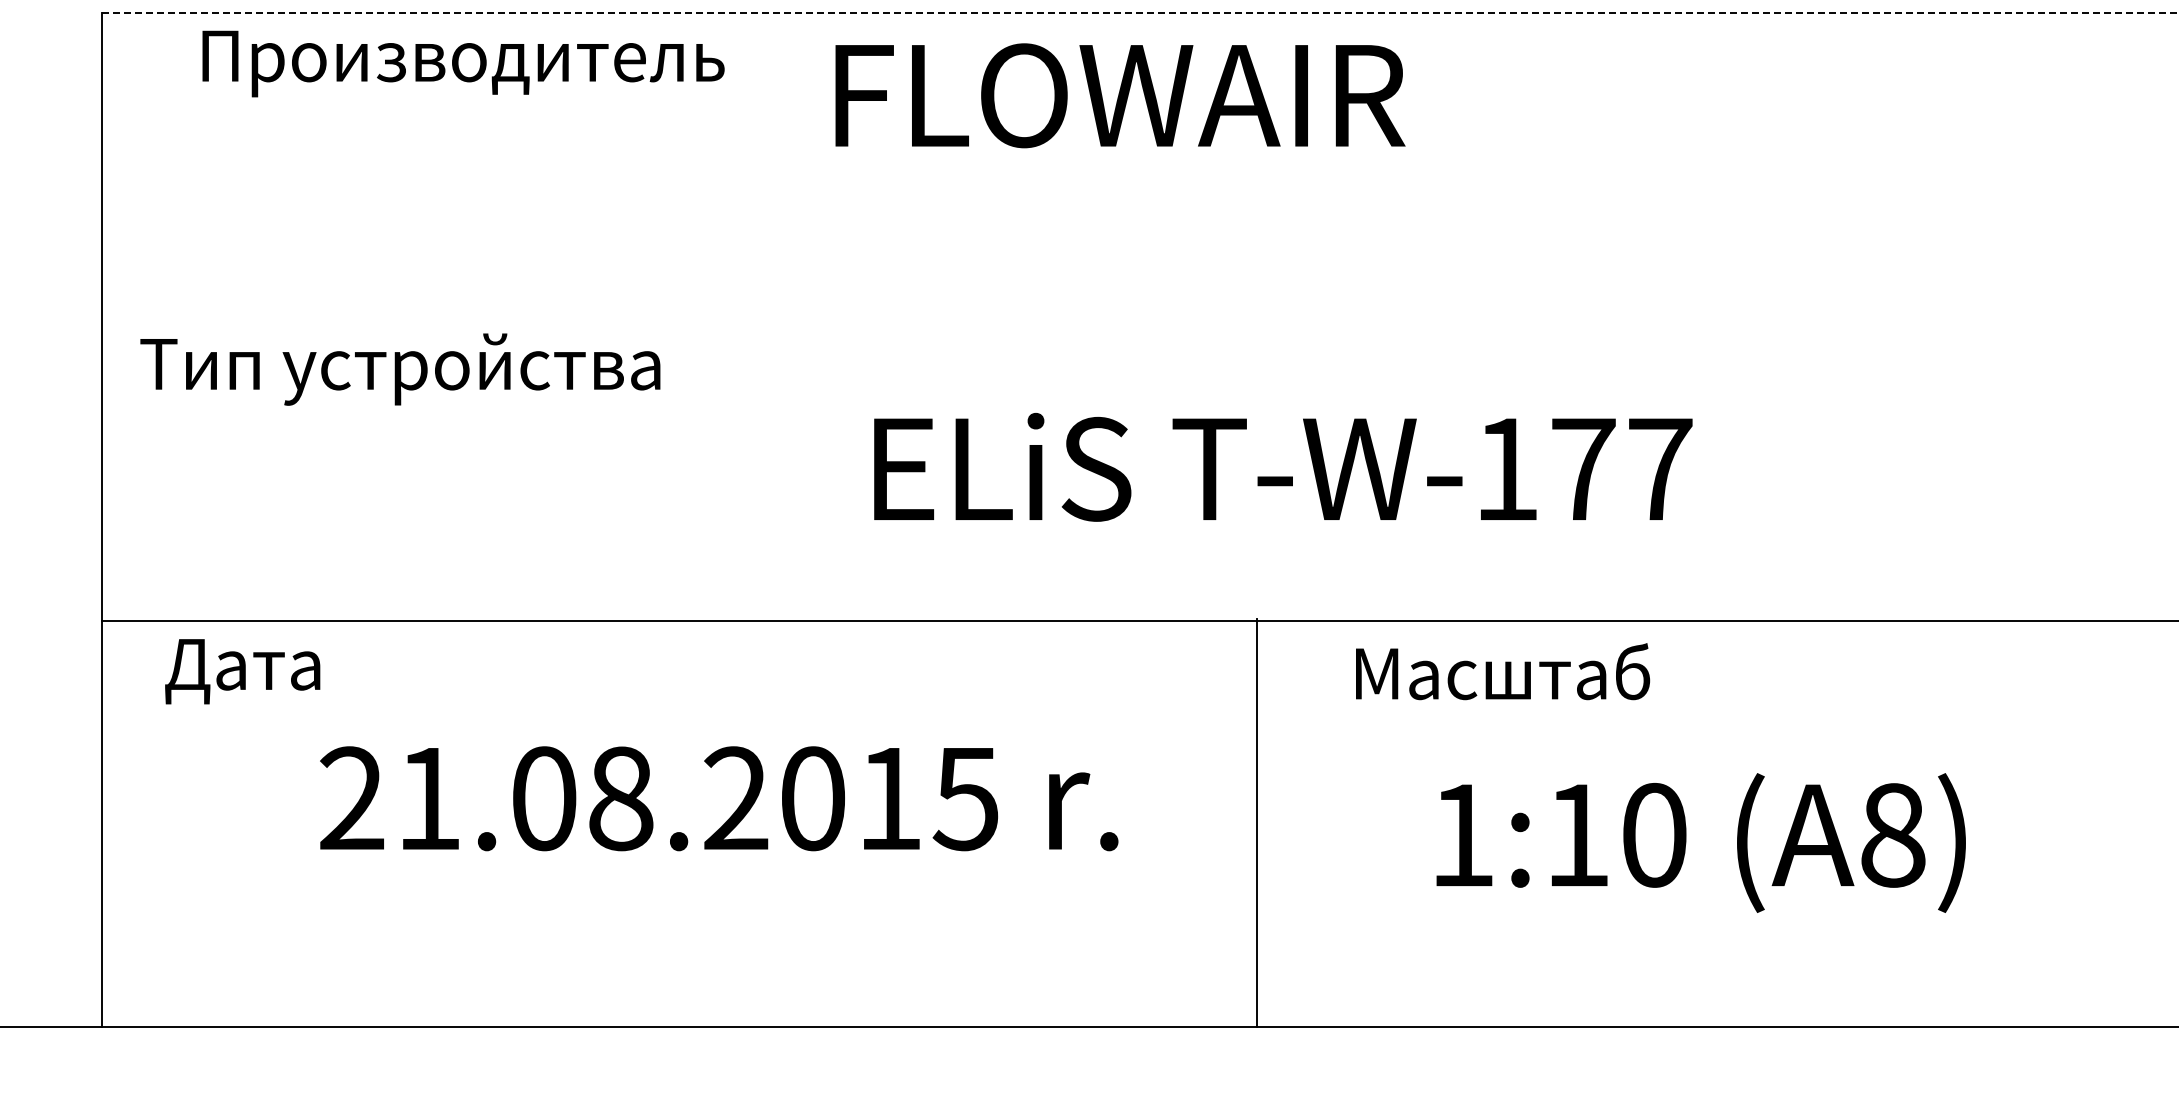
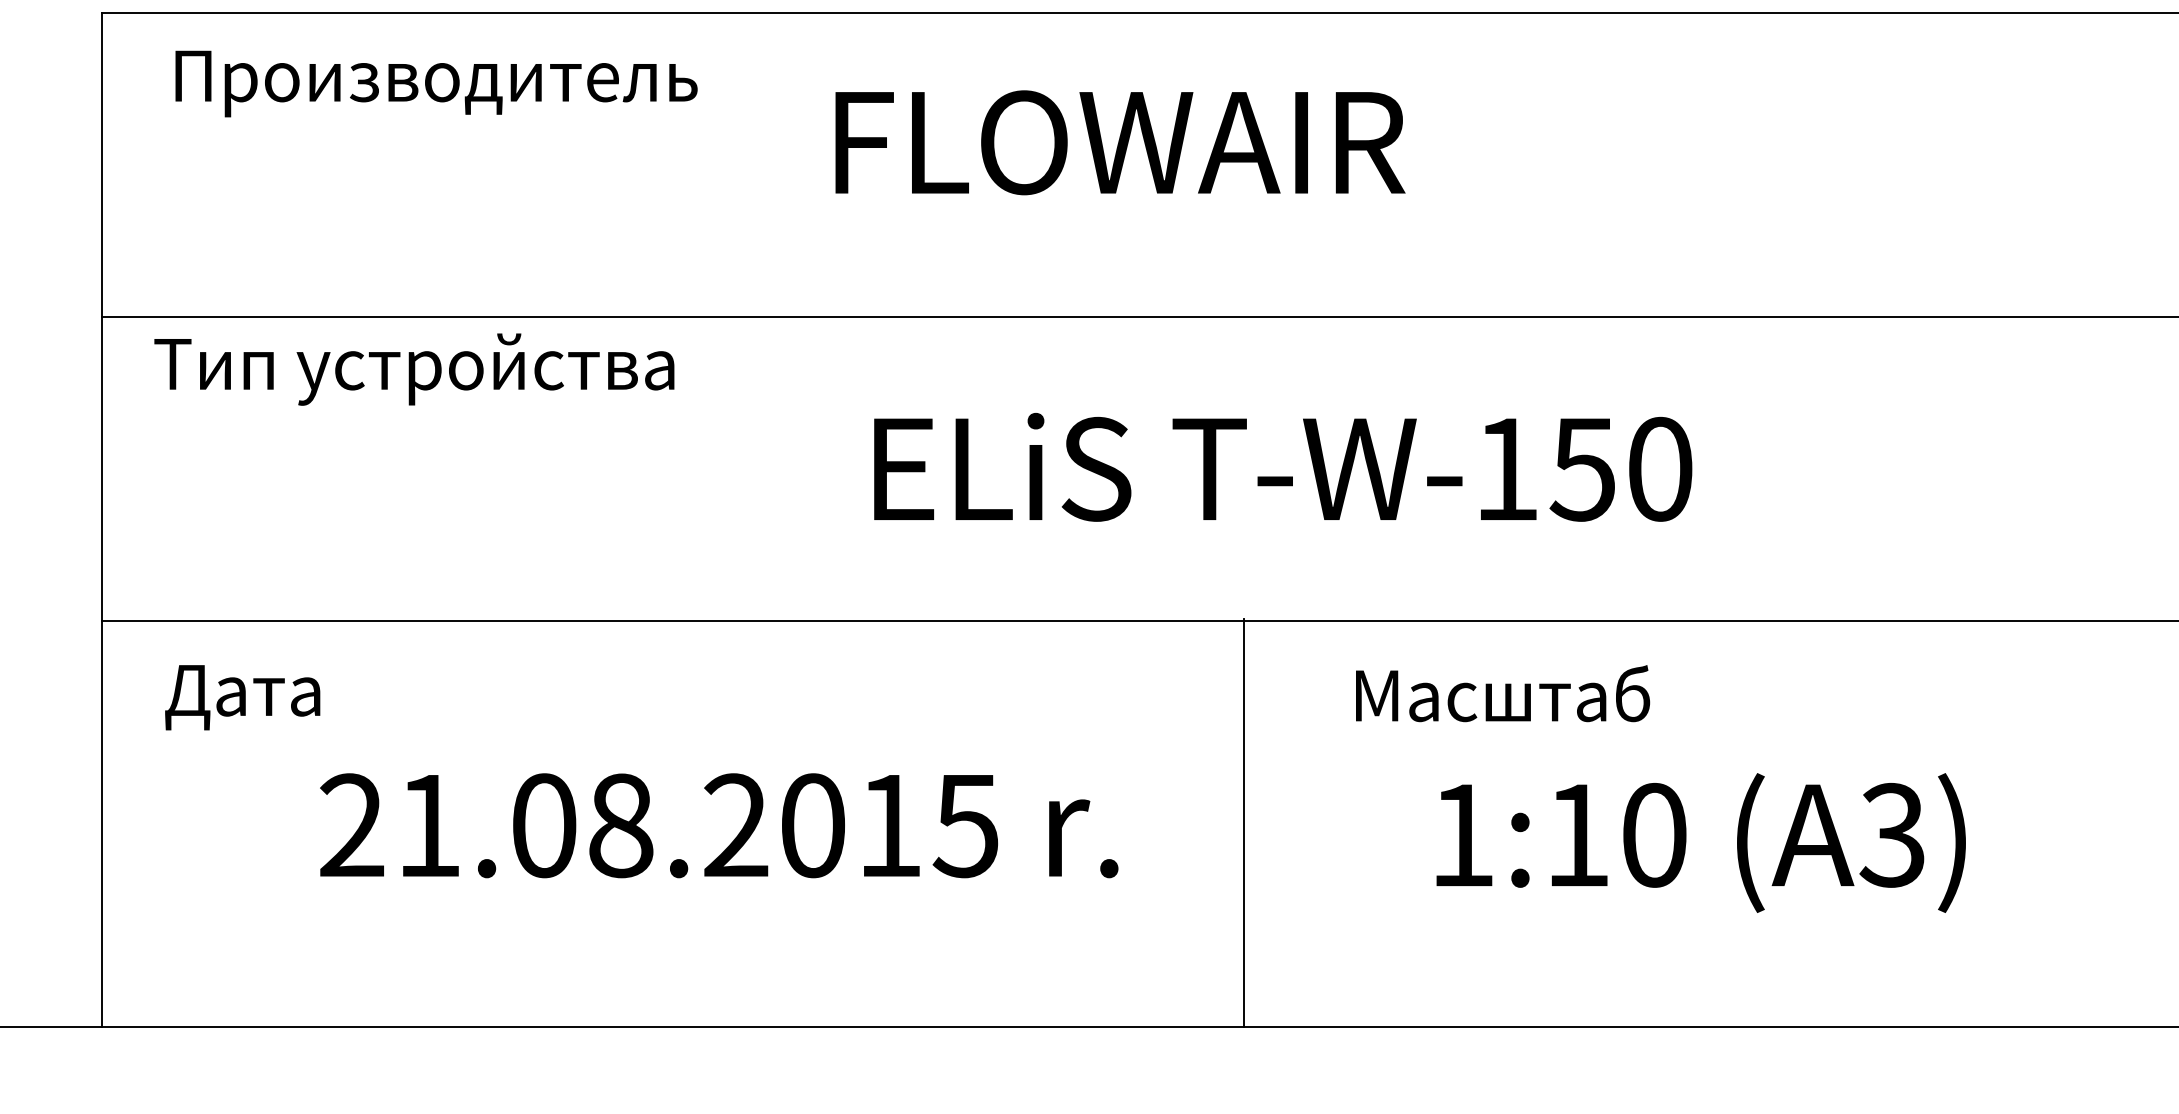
line at (1140, 12): dashed -> solid
text at (463, 63) position: (463, 63) -> (436, 83)
text at (1120, 95) position: (1120, 95) -> (1120, 142)
line at (1138, 316): none -> present
text at (400, 369) position: (400, 369) -> (414, 369)
text at (1620, 468): T-W-177 -> T-W-150
text at (242, 671) position: (242, 671) -> (242, 697)
text at (1503, 671) position: (1503, 671) -> (1503, 693)
text at (719, 798) position: (719, 798) -> (719, 825)
line at (1256, 822) position: (1256, 822) -> (1243, 822)
text at (1892, 835): (A8) -> (A3)
